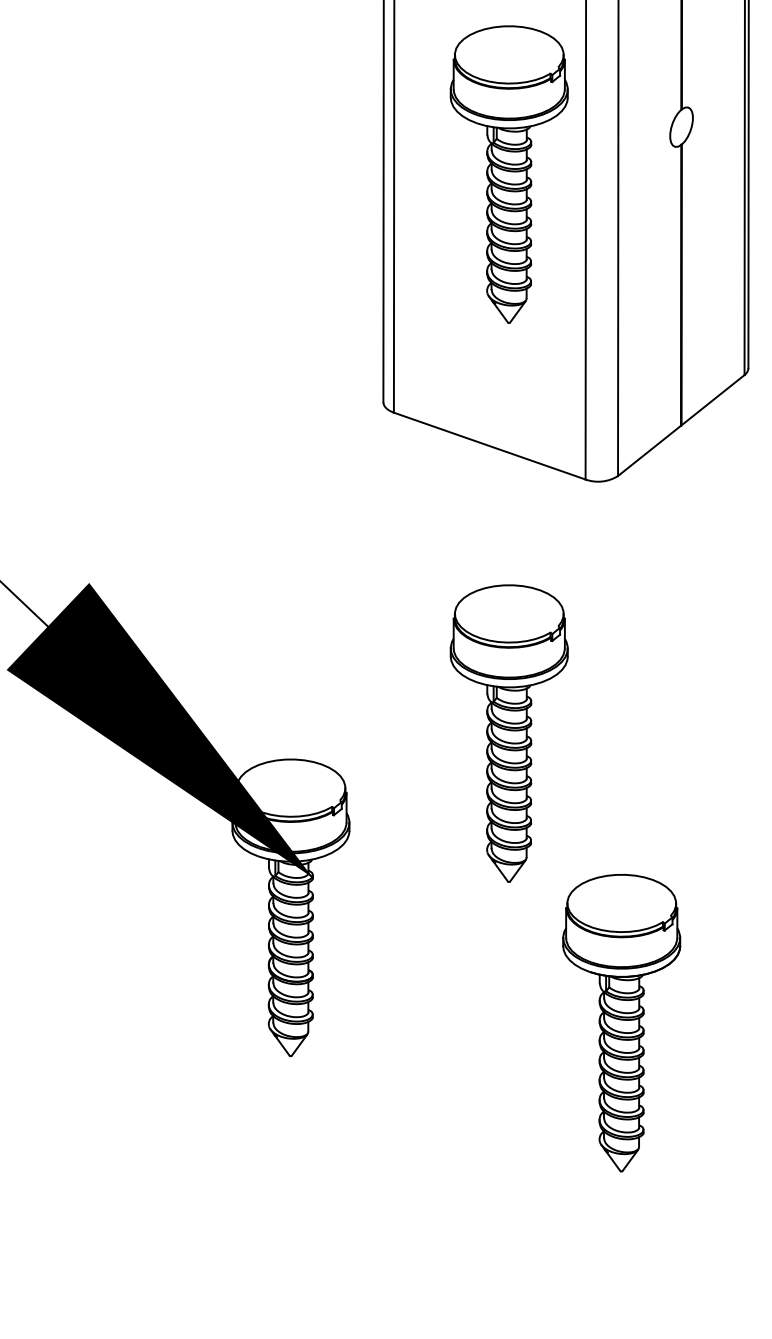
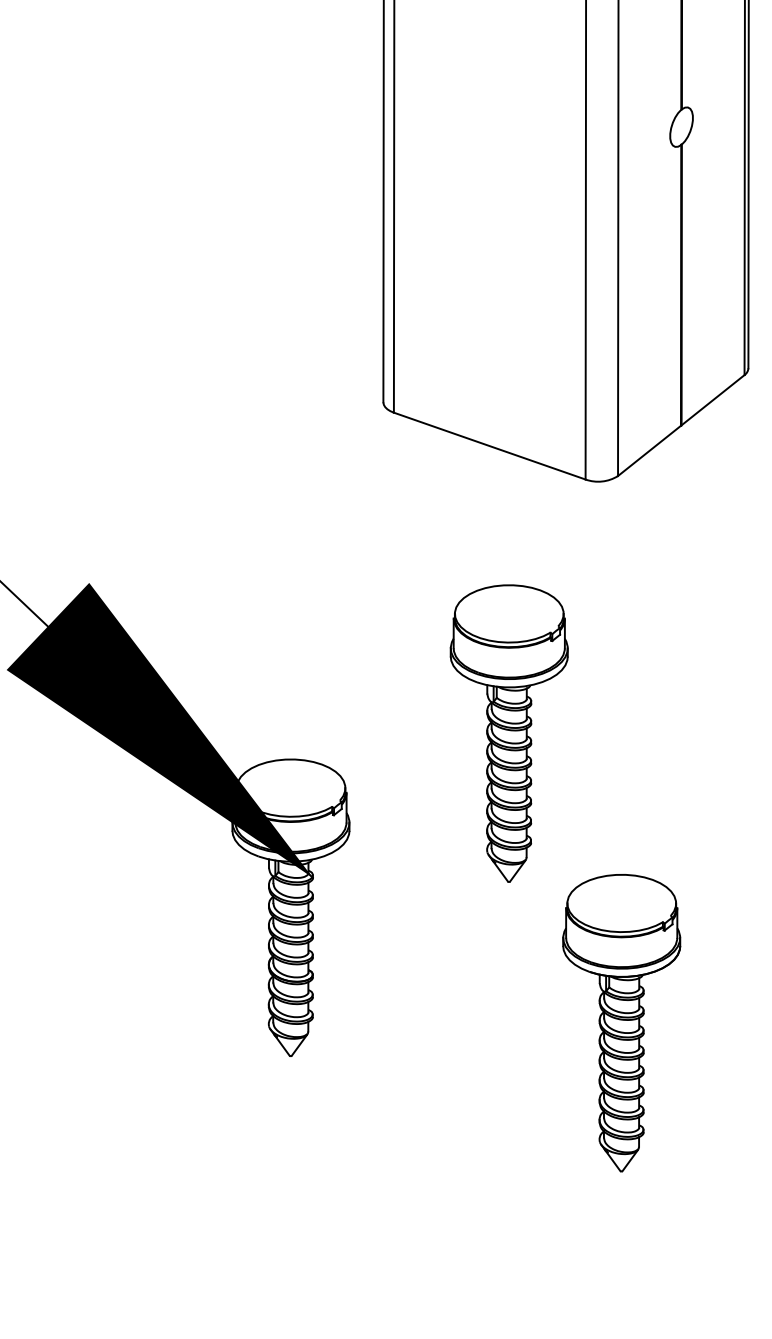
part at (508, 174): present -> none
